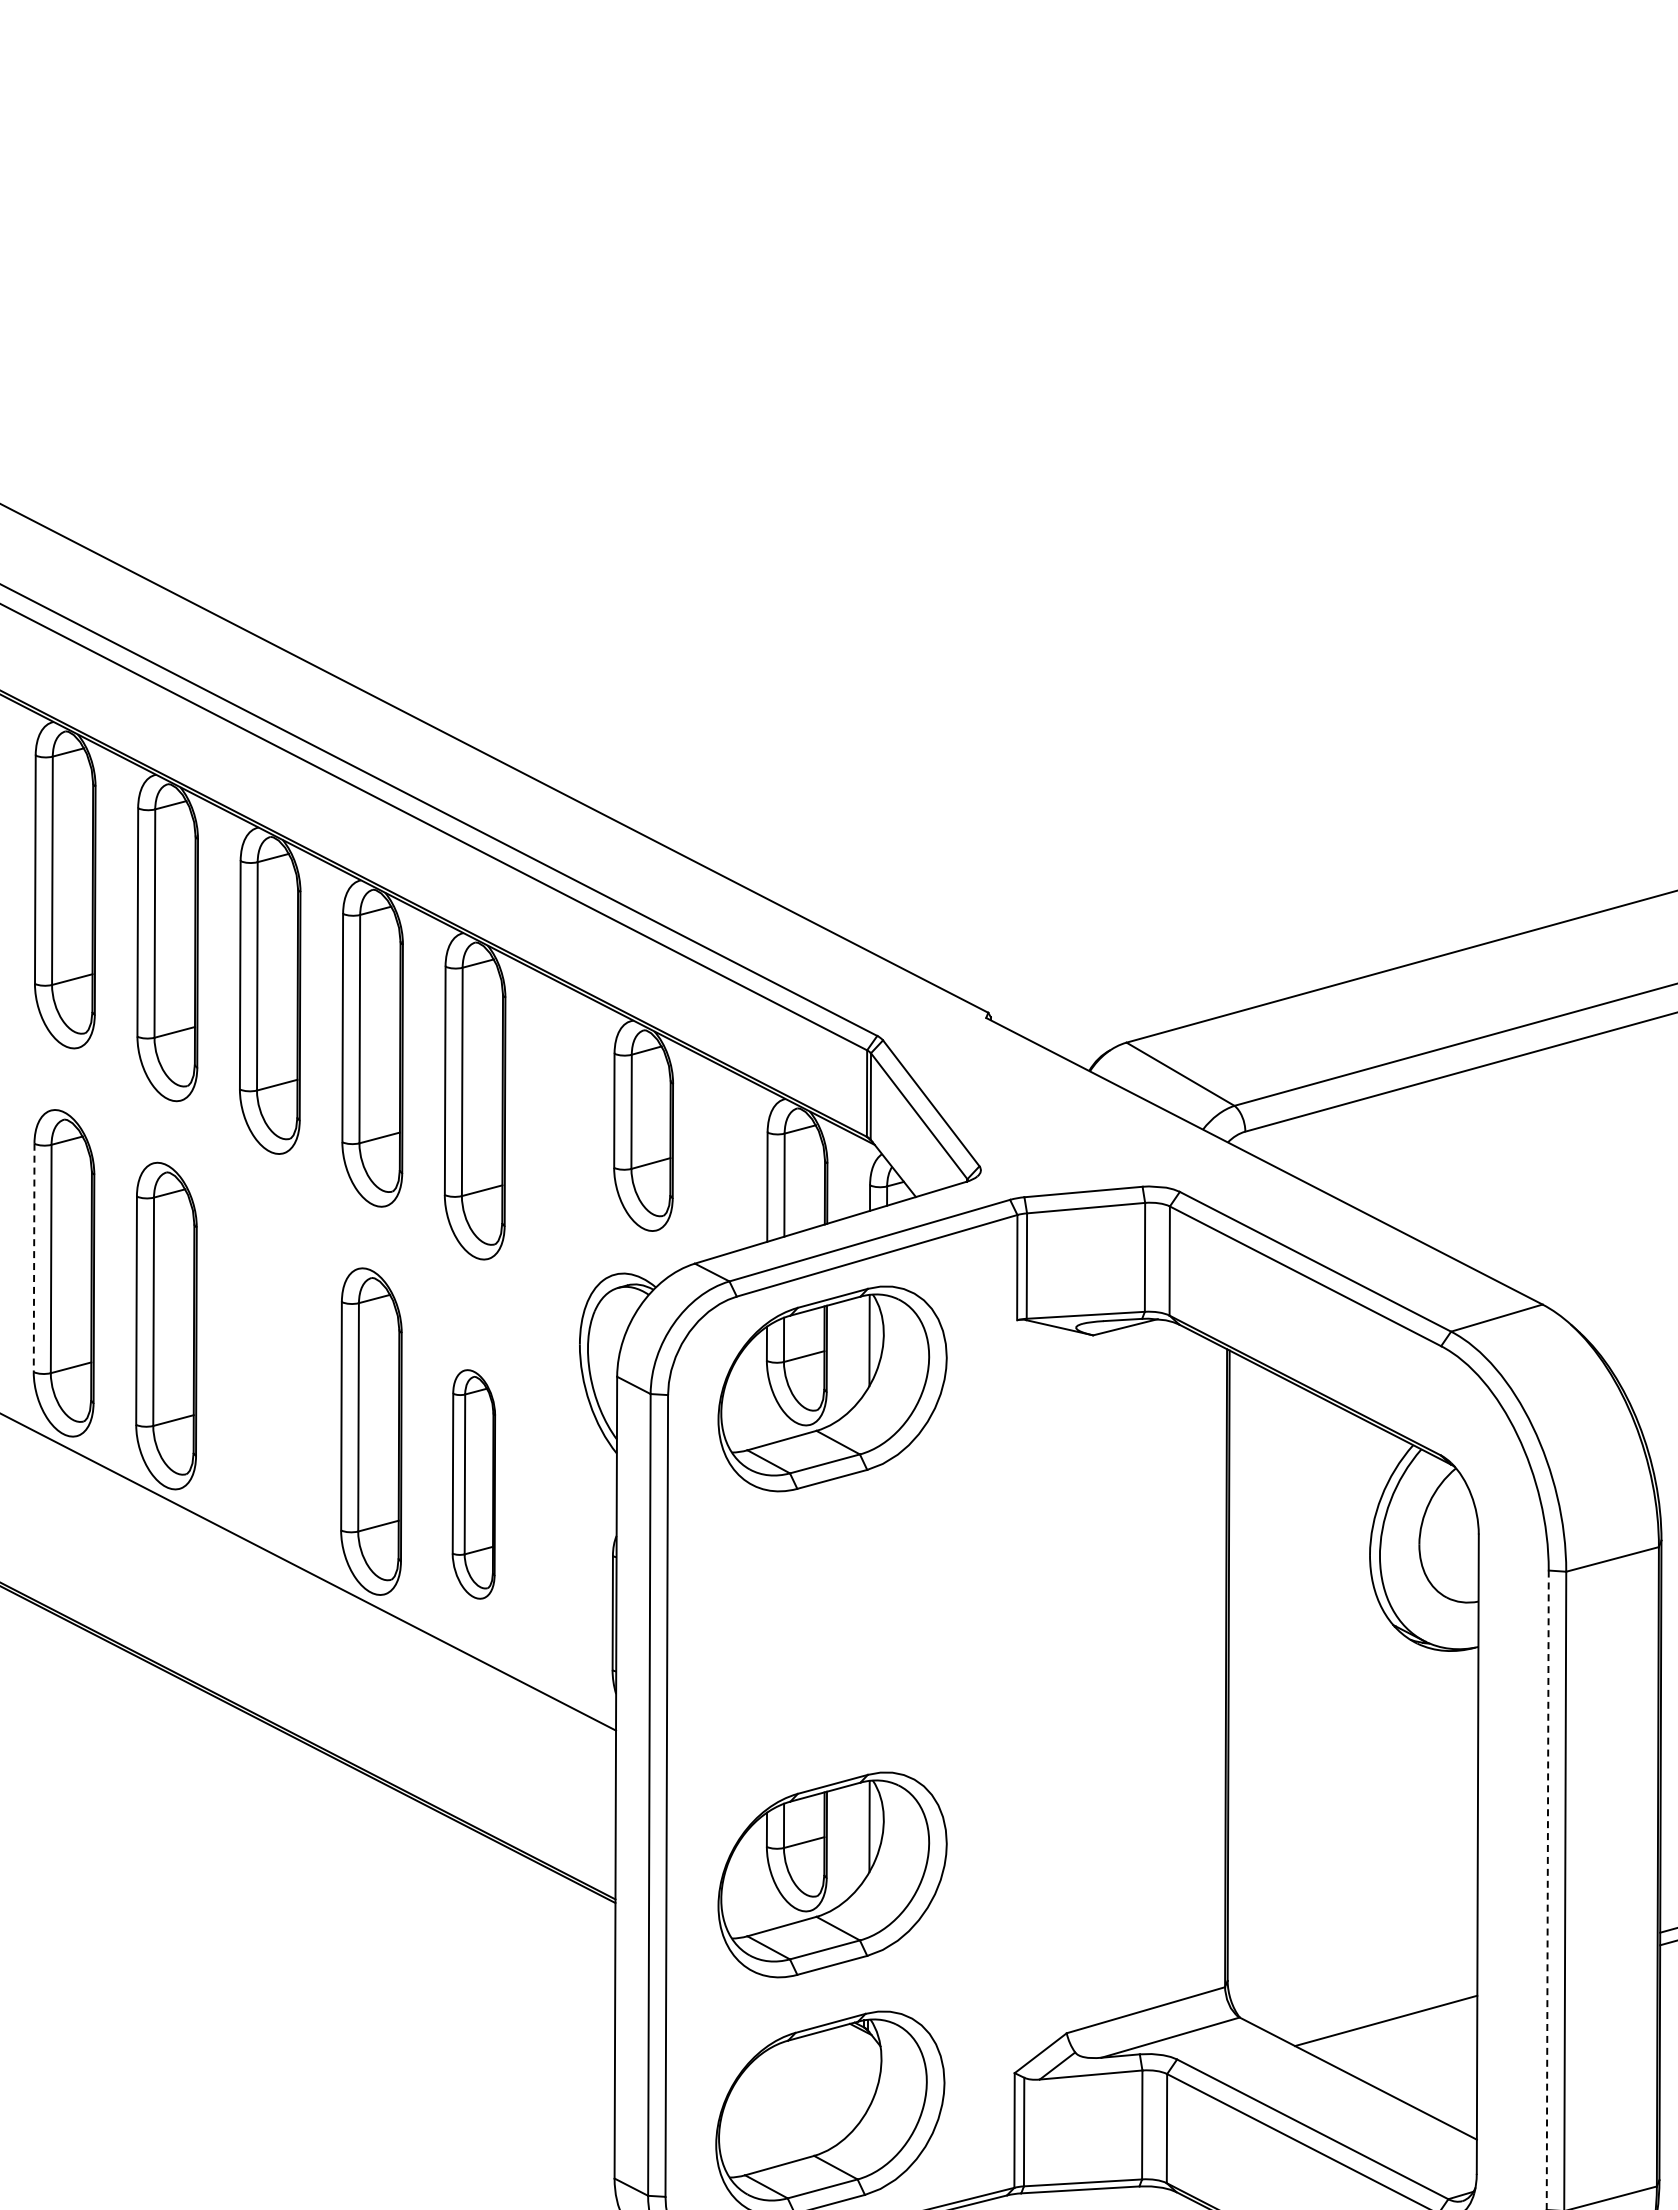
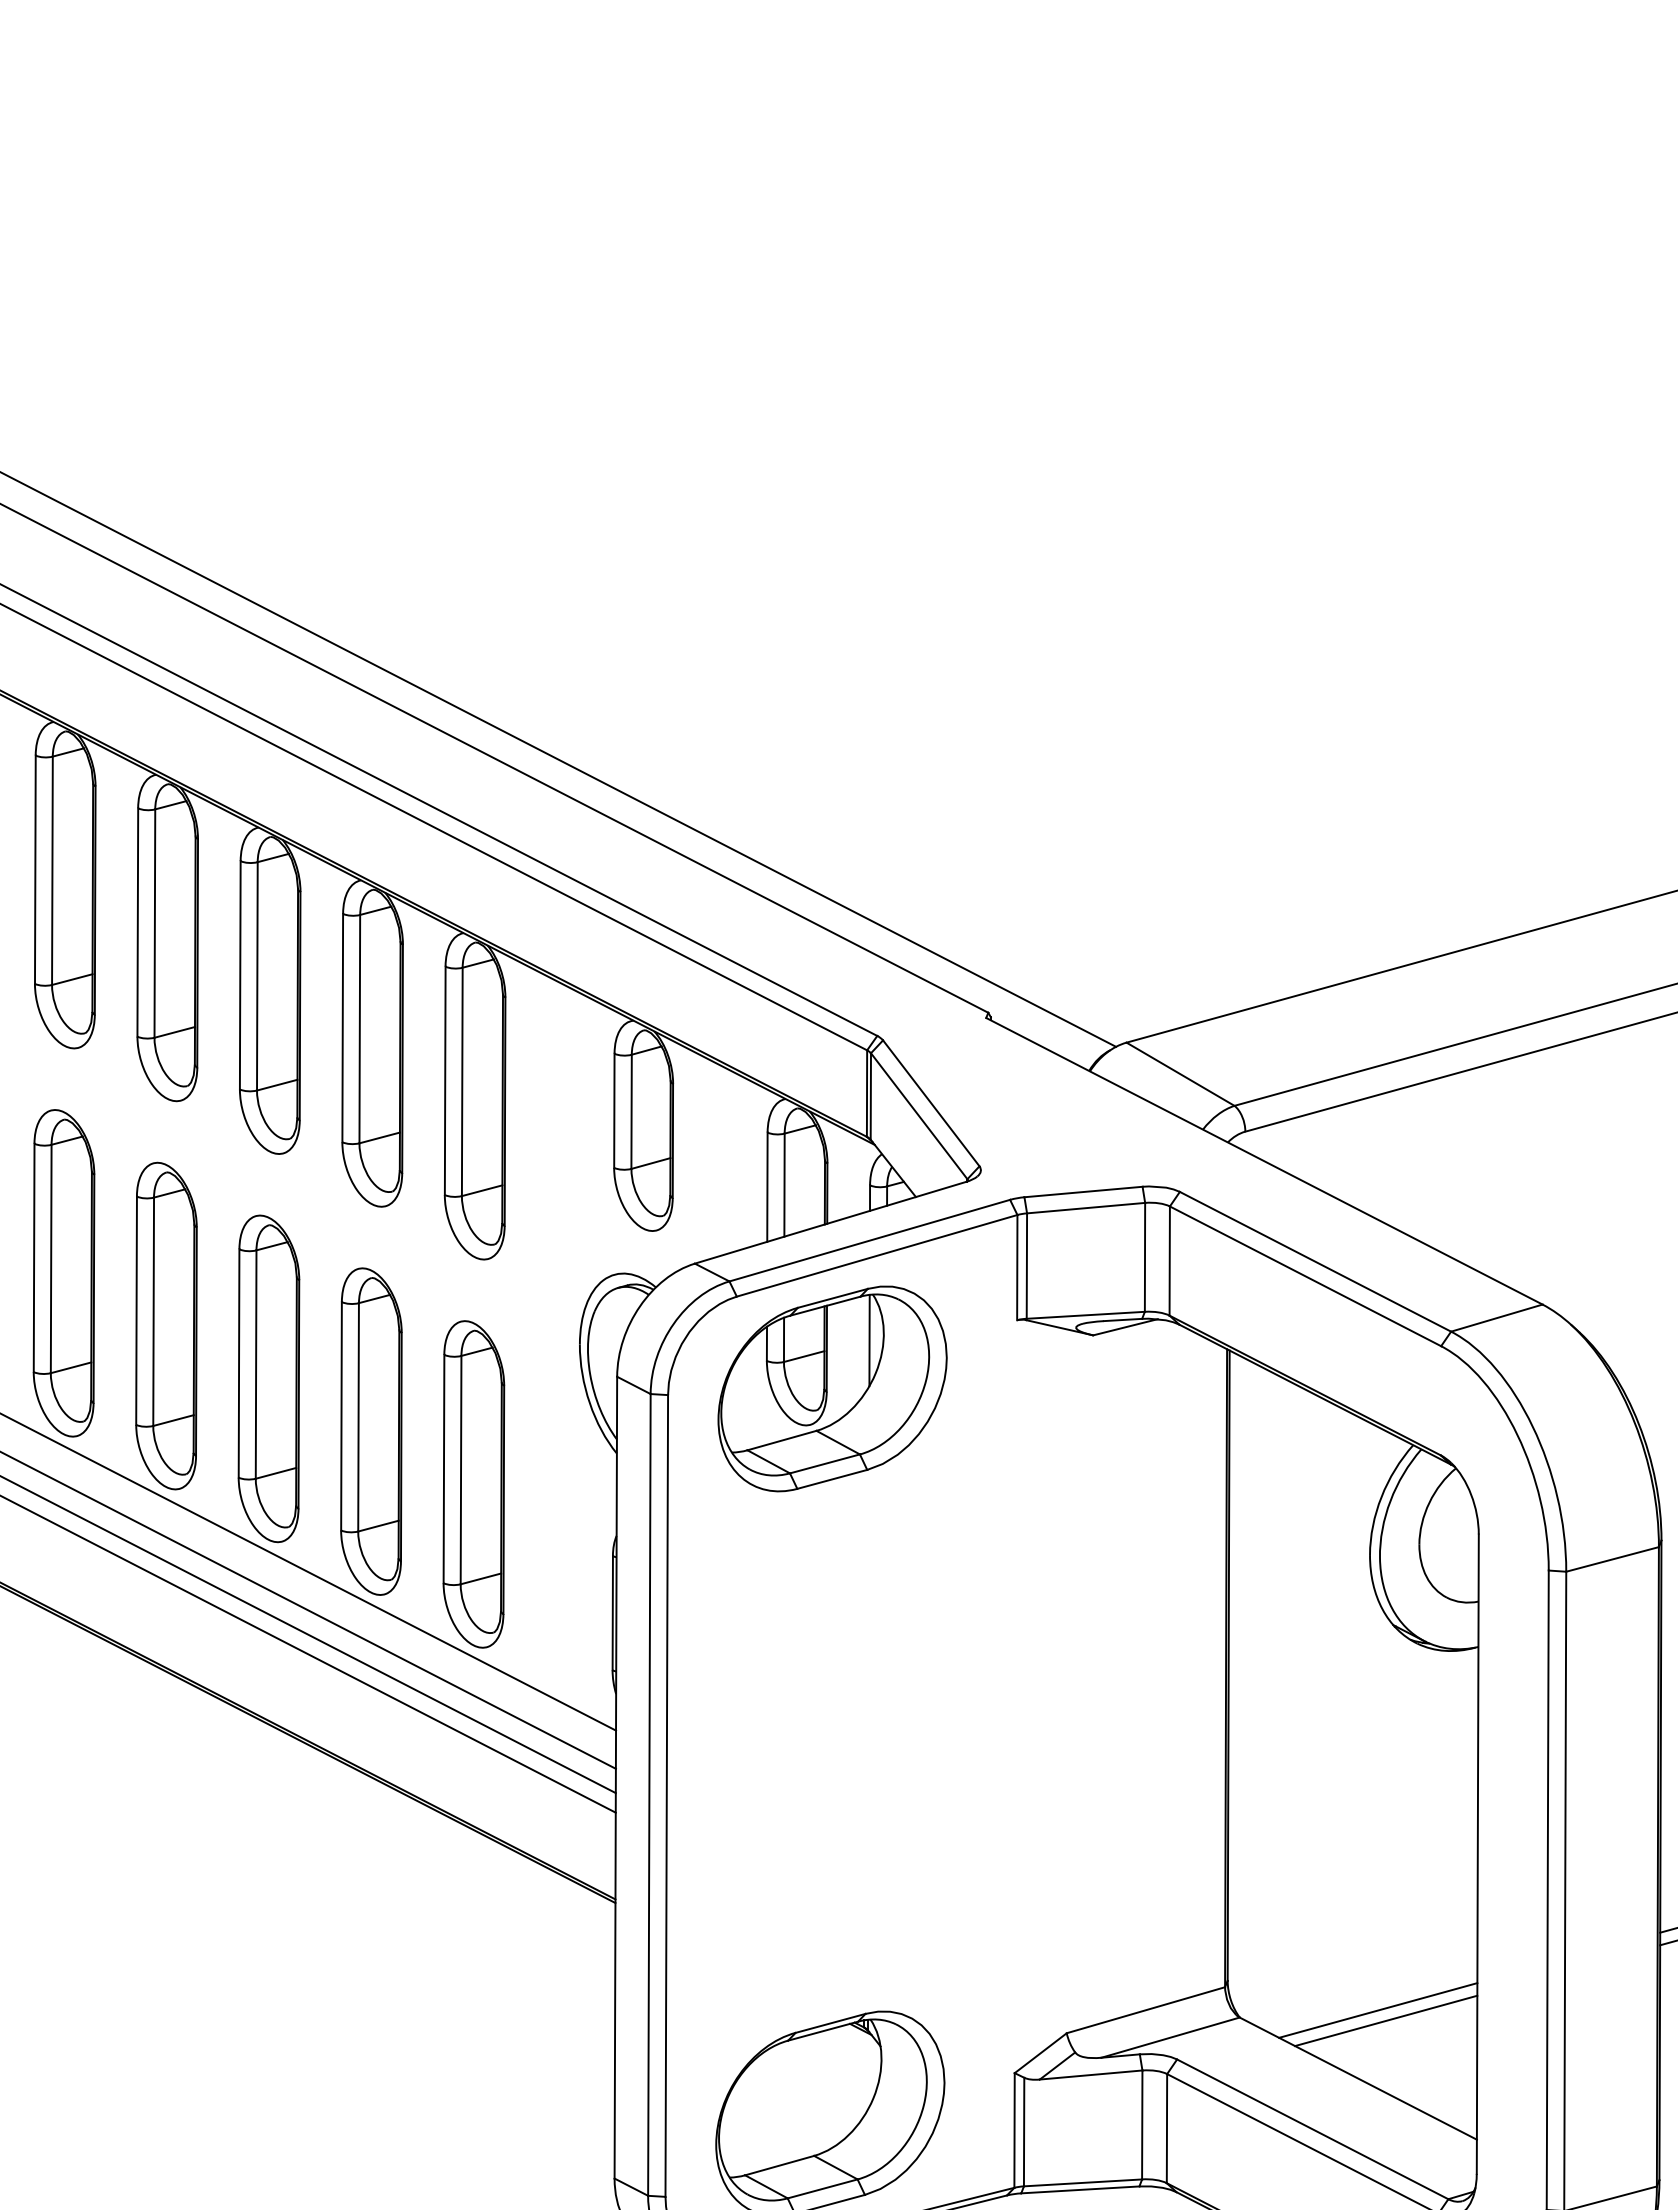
line at (559, 759): none -> present
line at (34, 1258): dashed -> solid
part at (268, 1378): none -> present
part at (473, 1484) size: 46x231 px -> 64x329 px
line at (308, 1610): none -> present
line at (308, 1635): none -> present
line at (308, 1654): none -> present
part at (832, 1874): present -> none
line at (1547, 1890): dashed -> solid
line at (1378, 2010): none -> present
